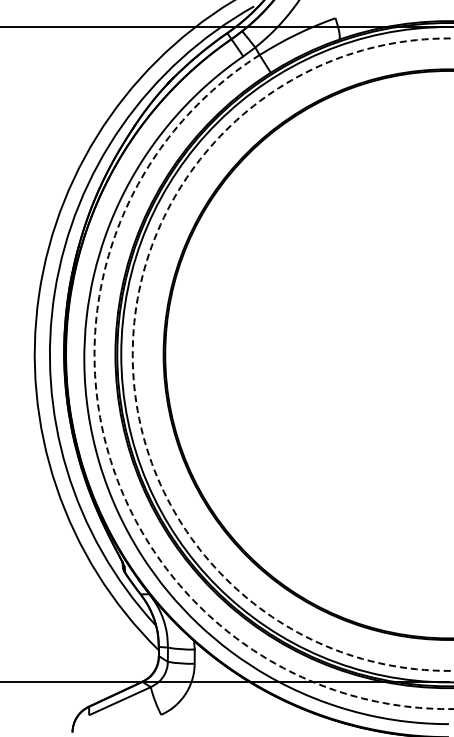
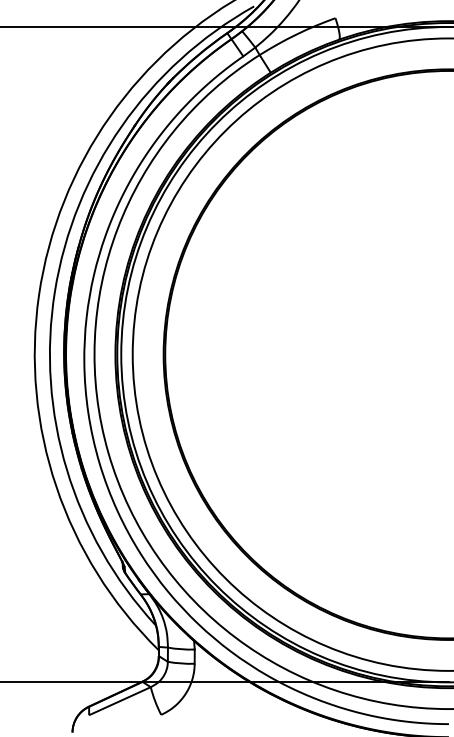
circle at (292, 354): dashed -> solid
arc at (109, 456): dashed -> solid
